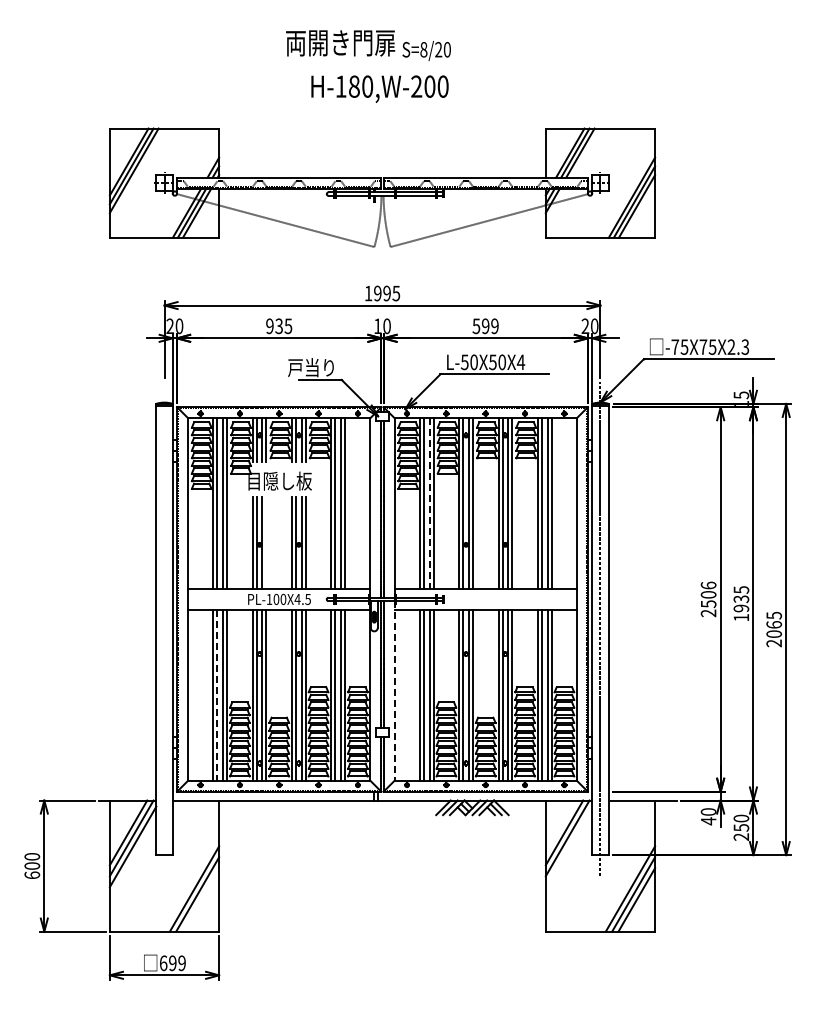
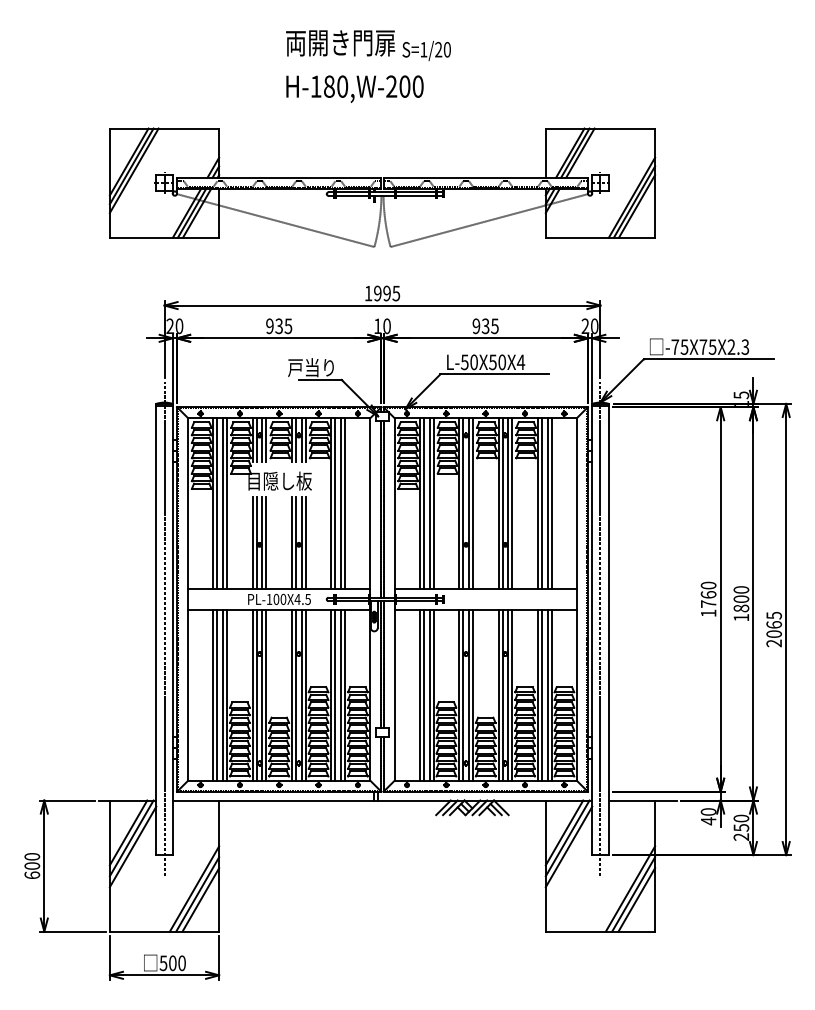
text at (423, 49): S=8/20 -> S=1/20
text at (379, 88) position: (379, 88) -> (354, 88)
text at (485, 326): 599 -> 935
line at (429, 503): dashed -> solid
line at (266, 542): none -> present
text at (708, 599): 2506 -> 1760
text at (741, 599): 1935 -> 1800
line at (164, 629): none -> present
line at (394, 691): dashed -> solid
line at (217, 696): dashed -> solid
line at (568, 846): none -> present
line at (200, 899): none -> present
text at (172, 963): 699 -> 500
